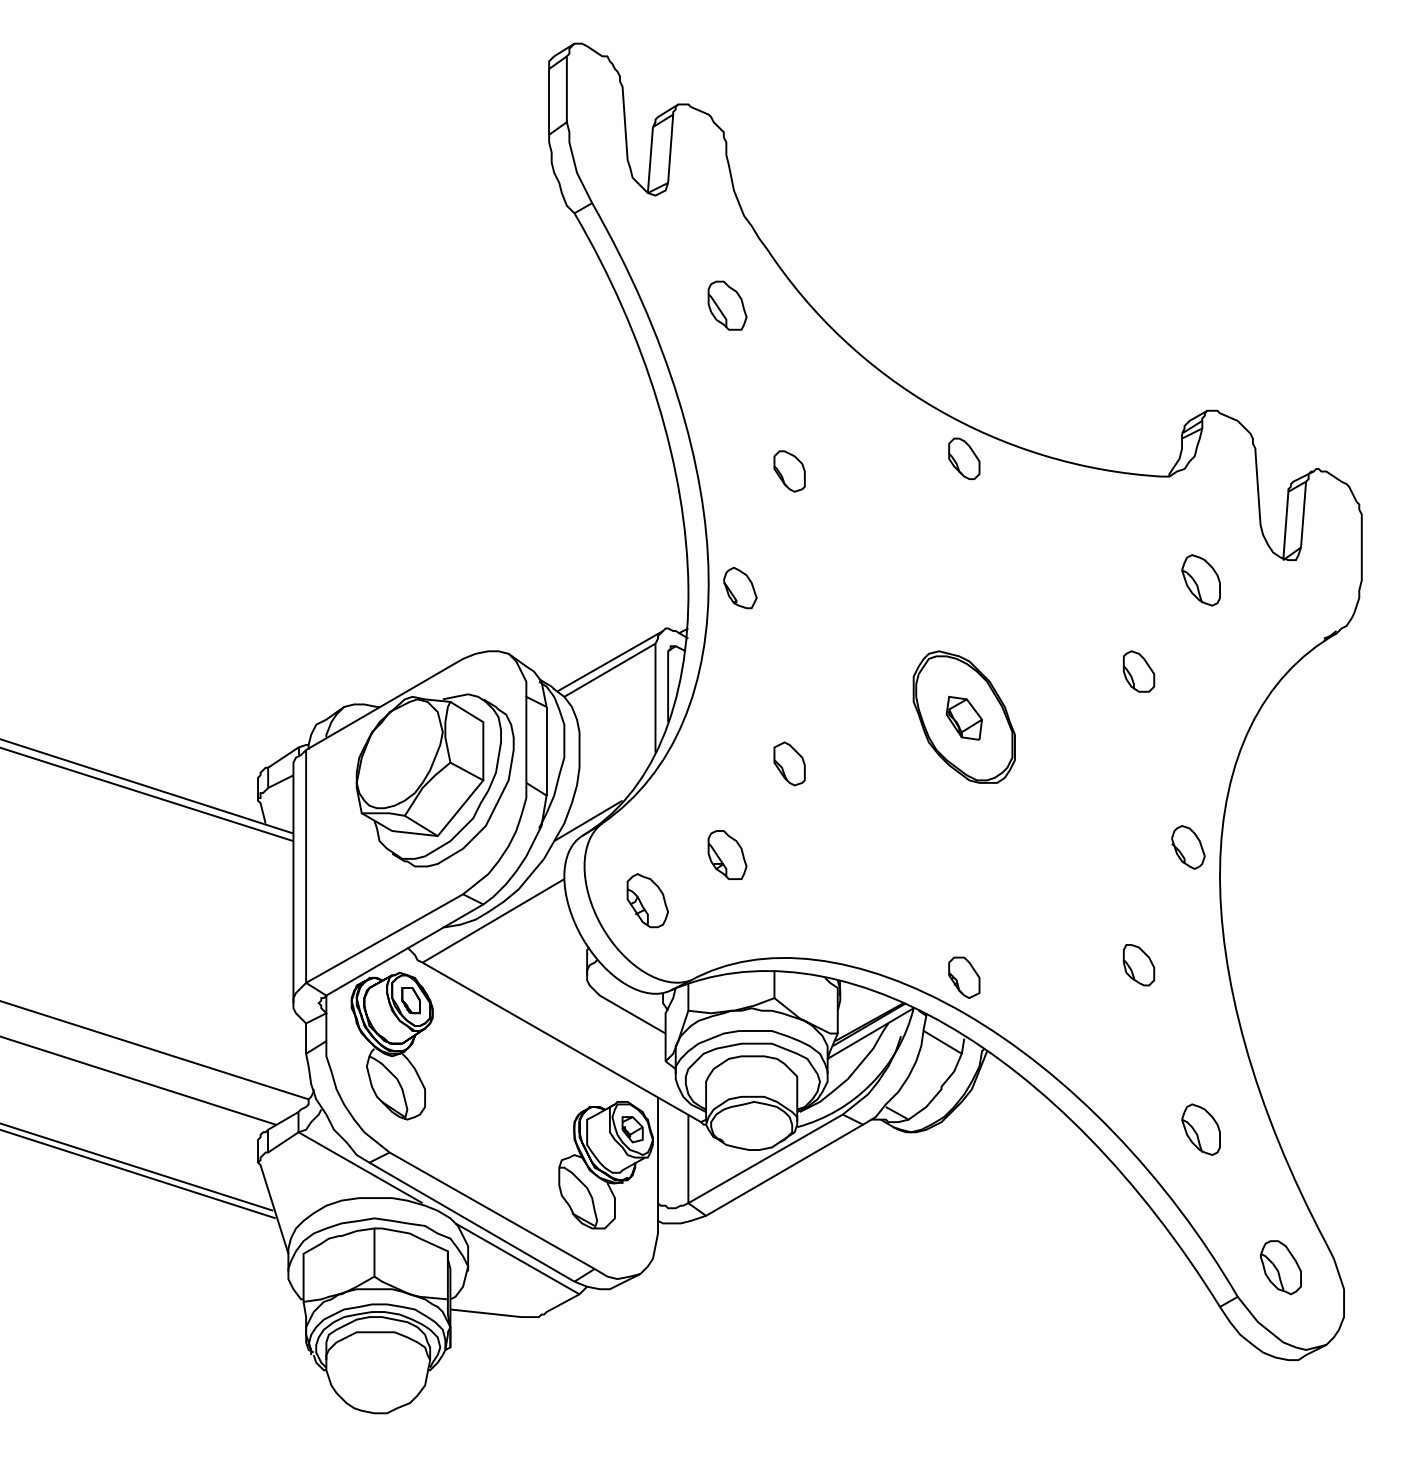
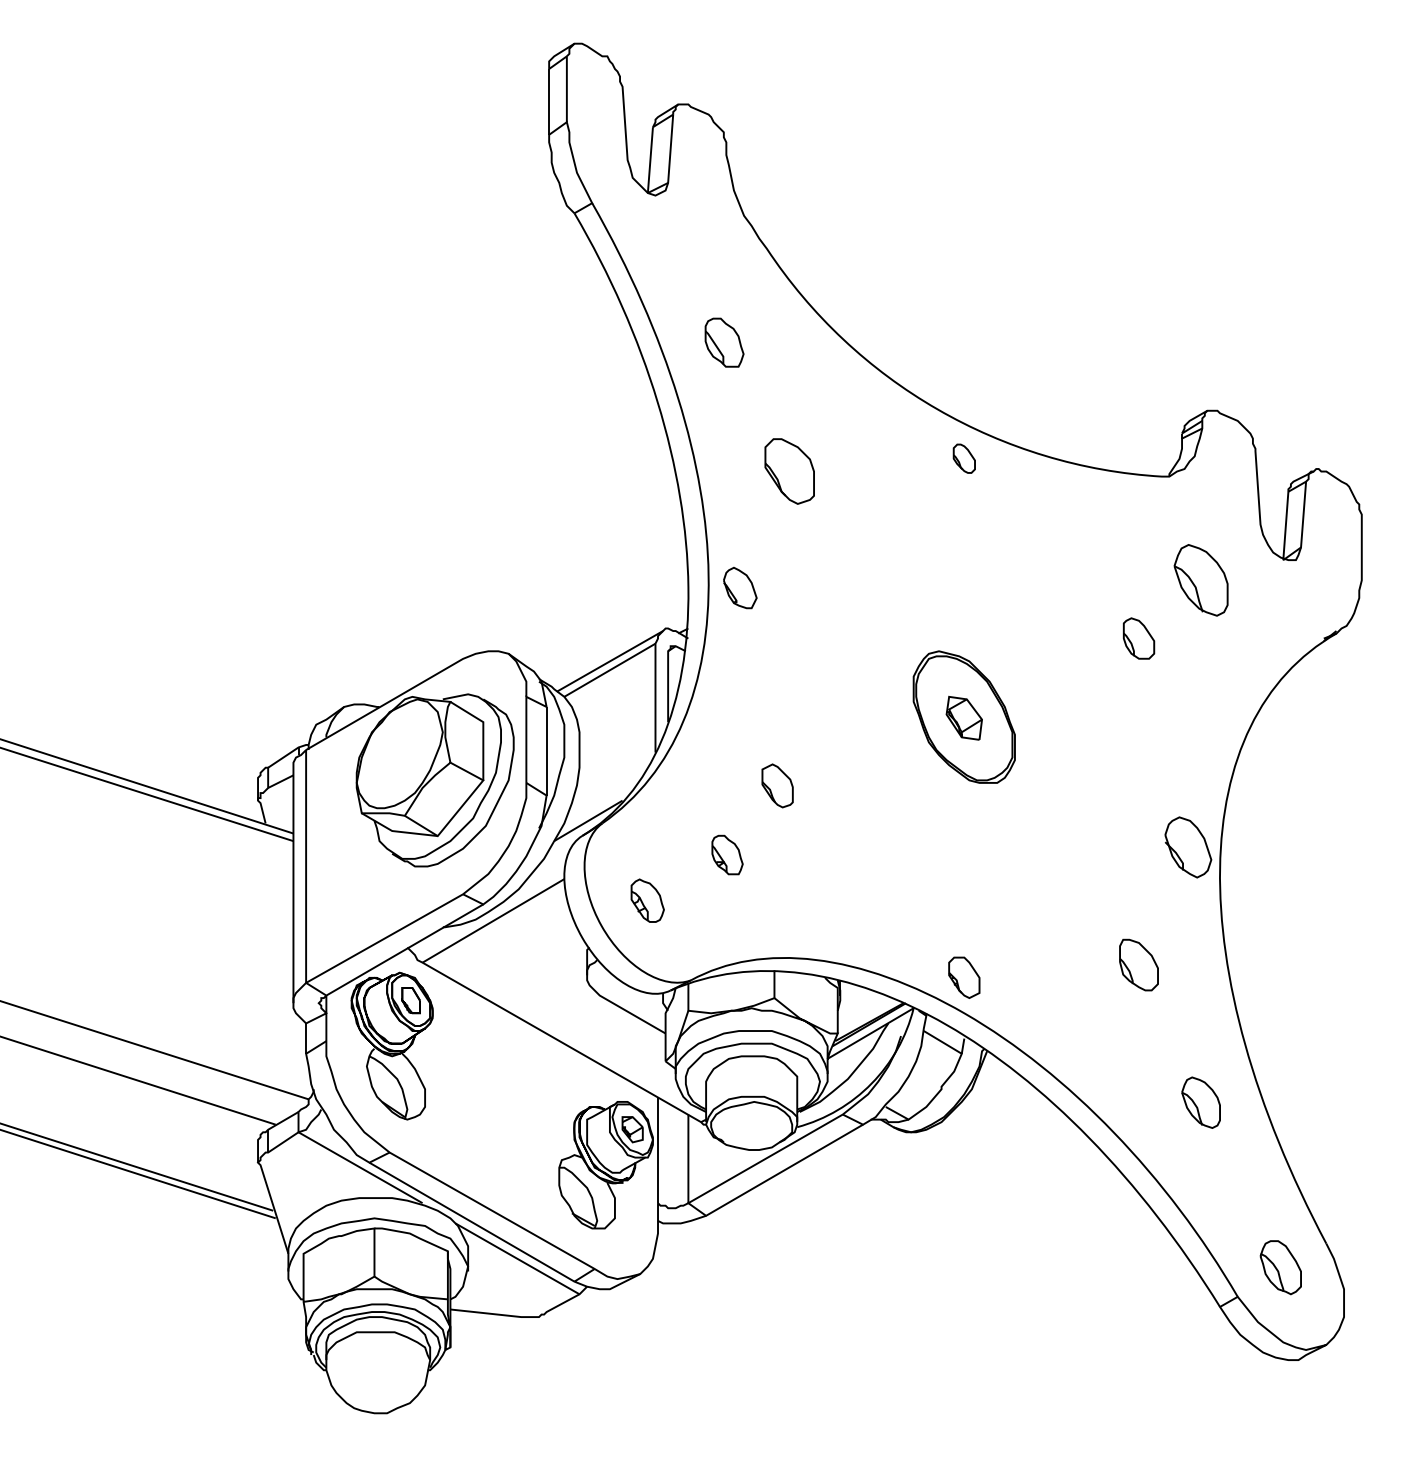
part at (727, 305) position: (727, 305) -> (724, 342)
part at (964, 458) size: 33x43 px -> 24x31 px
part at (789, 471) size: 33x43 px -> 51x67 px
part at (1200, 580) size: 40x53 px -> 56x73 px
part at (1138, 671) position: (1138, 671) -> (1138, 638)
part at (789, 763) position: (789, 763) -> (777, 785)
part at (1188, 847) size: 35x45 px -> 49x63 px
part at (727, 854) size: 41x50 px -> 33x42 px
part at (647, 900) size: 43x56 px -> 35x45 px
part at (1138, 965) size: 34x43 px -> 40x54 px
part at (1200, 1129) position: (1200, 1129) -> (1200, 1102)
